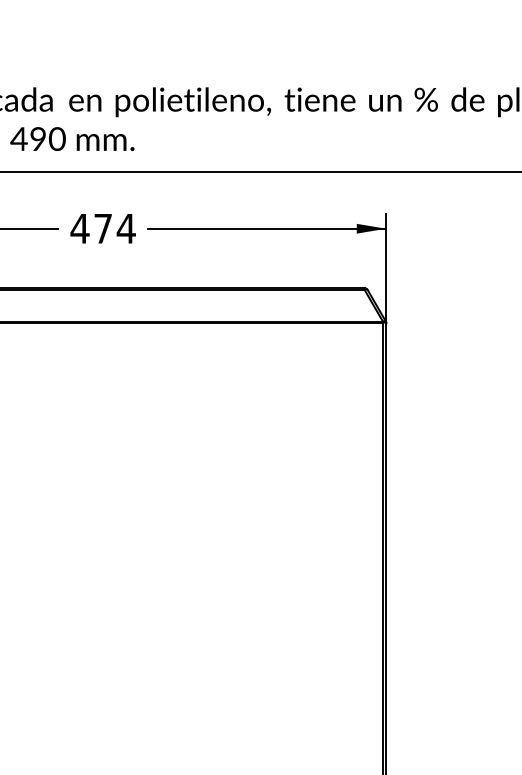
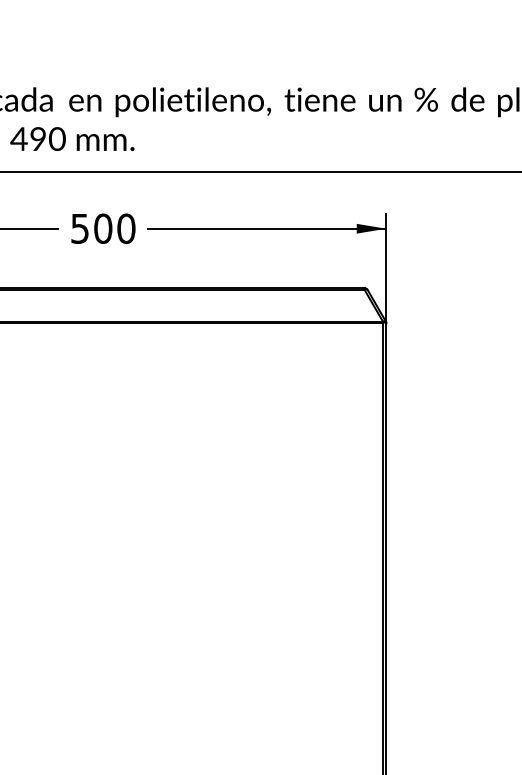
text at (102, 228): 474 -> 500
